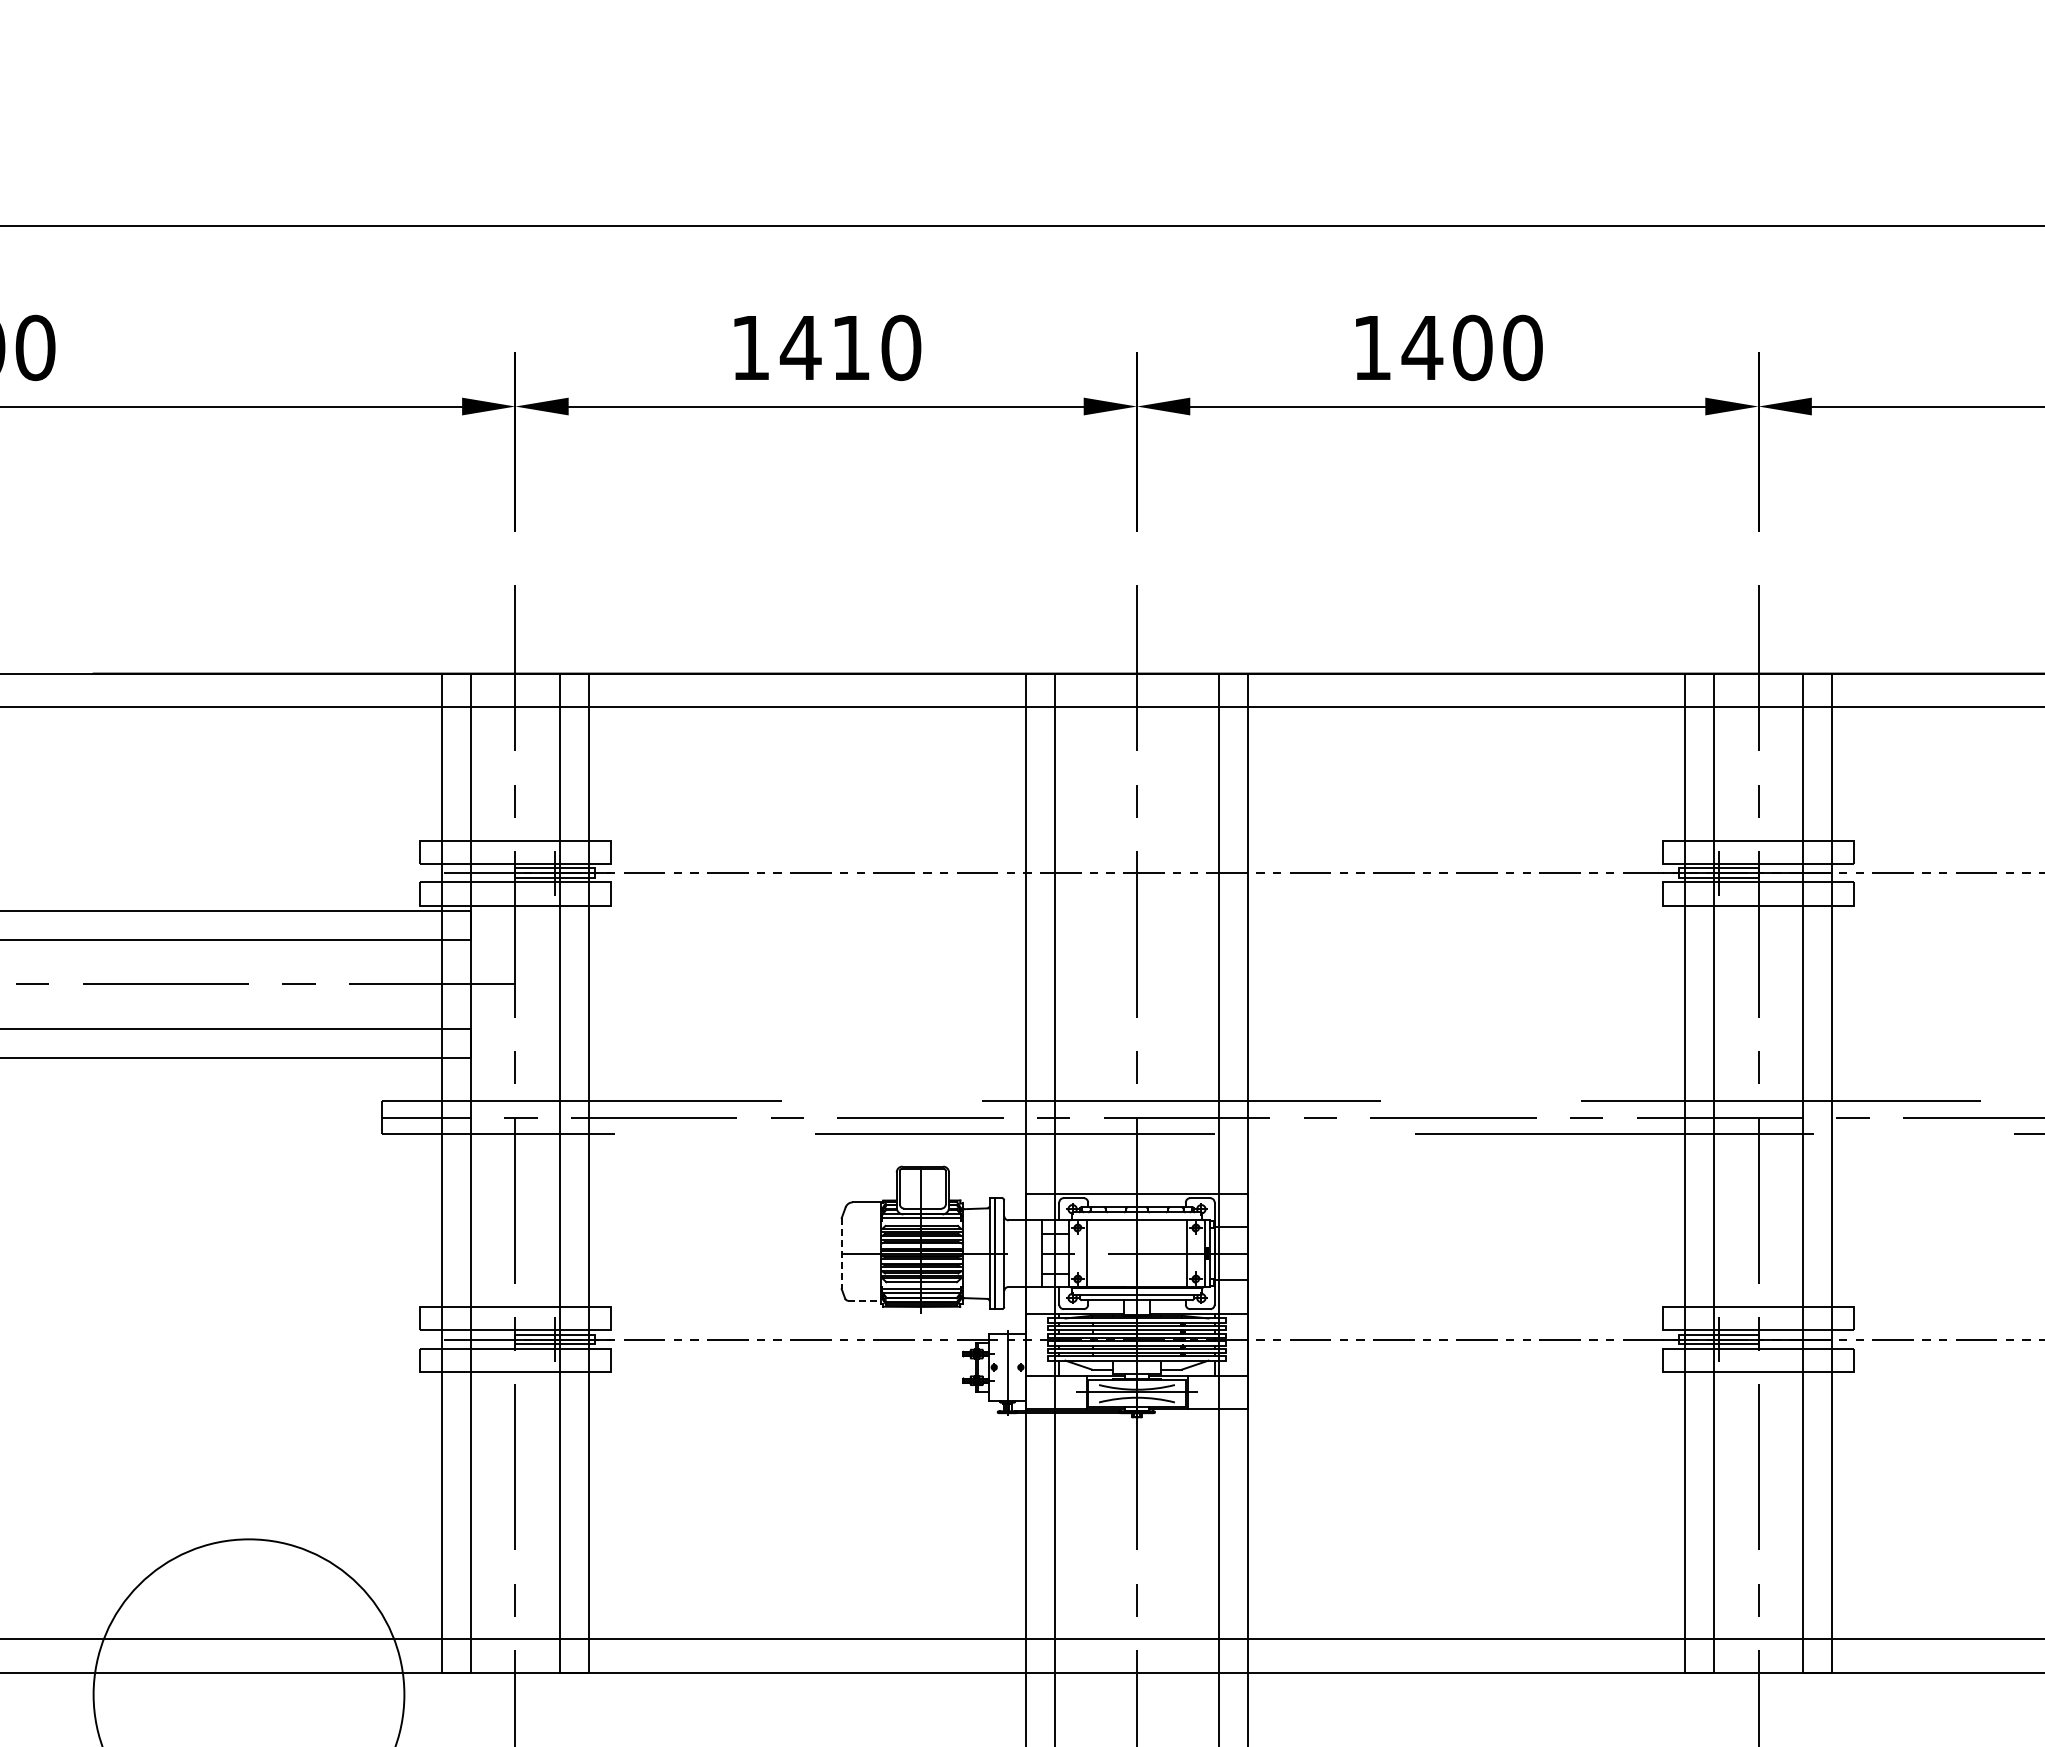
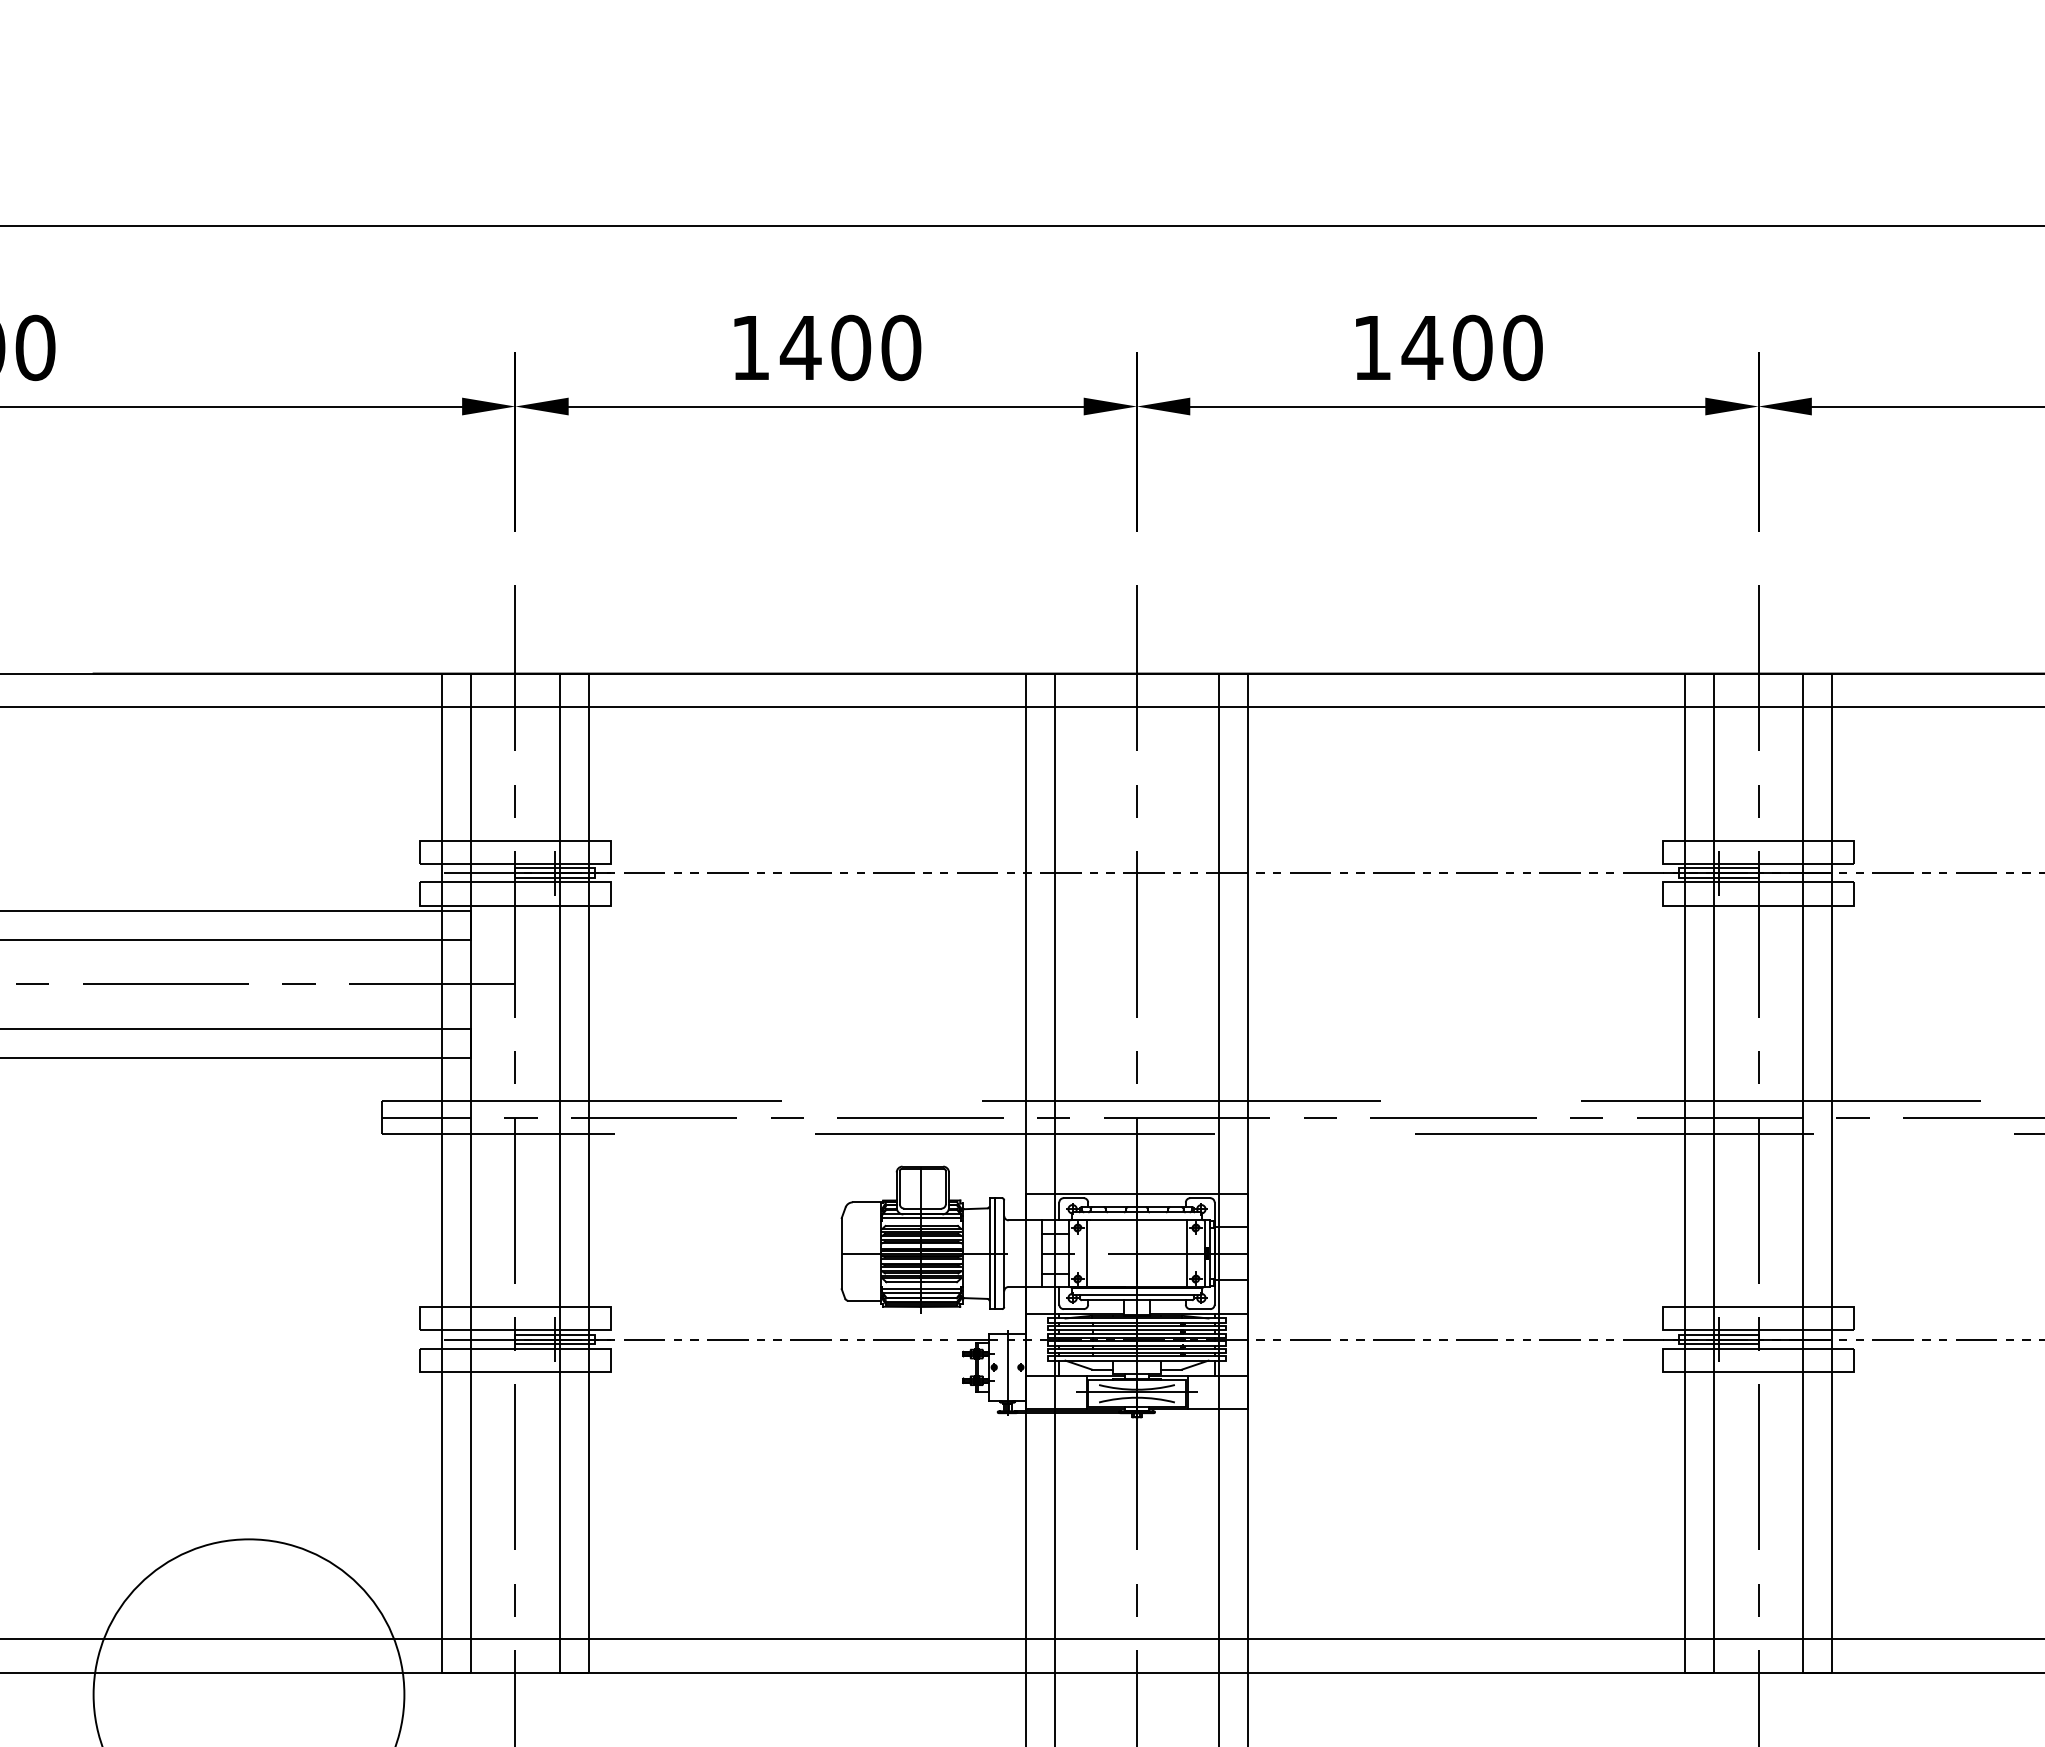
text at (851, 347): 1410 -> 1400
line at (841, 1254): dashed -> solid
line at (865, 1300): dashed -> solid
